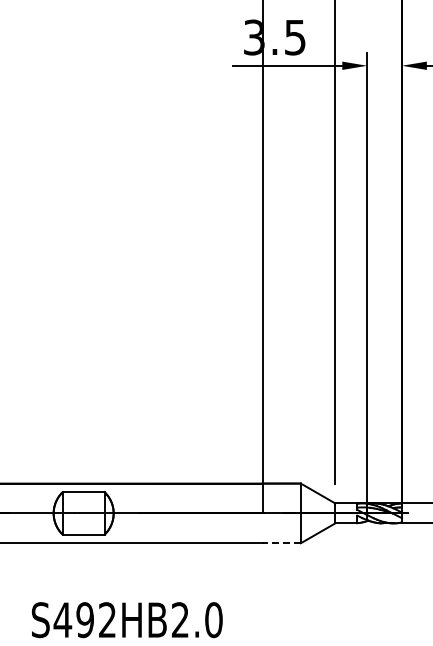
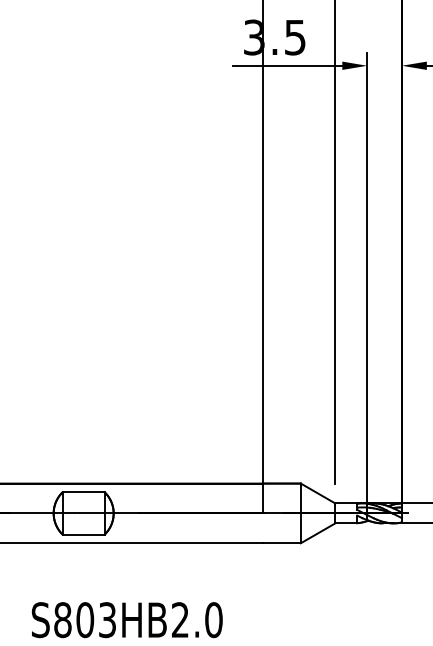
line at (281, 543): dashed -> solid
text at (84, 620): S492HB2.0 -> S803HB2.0
